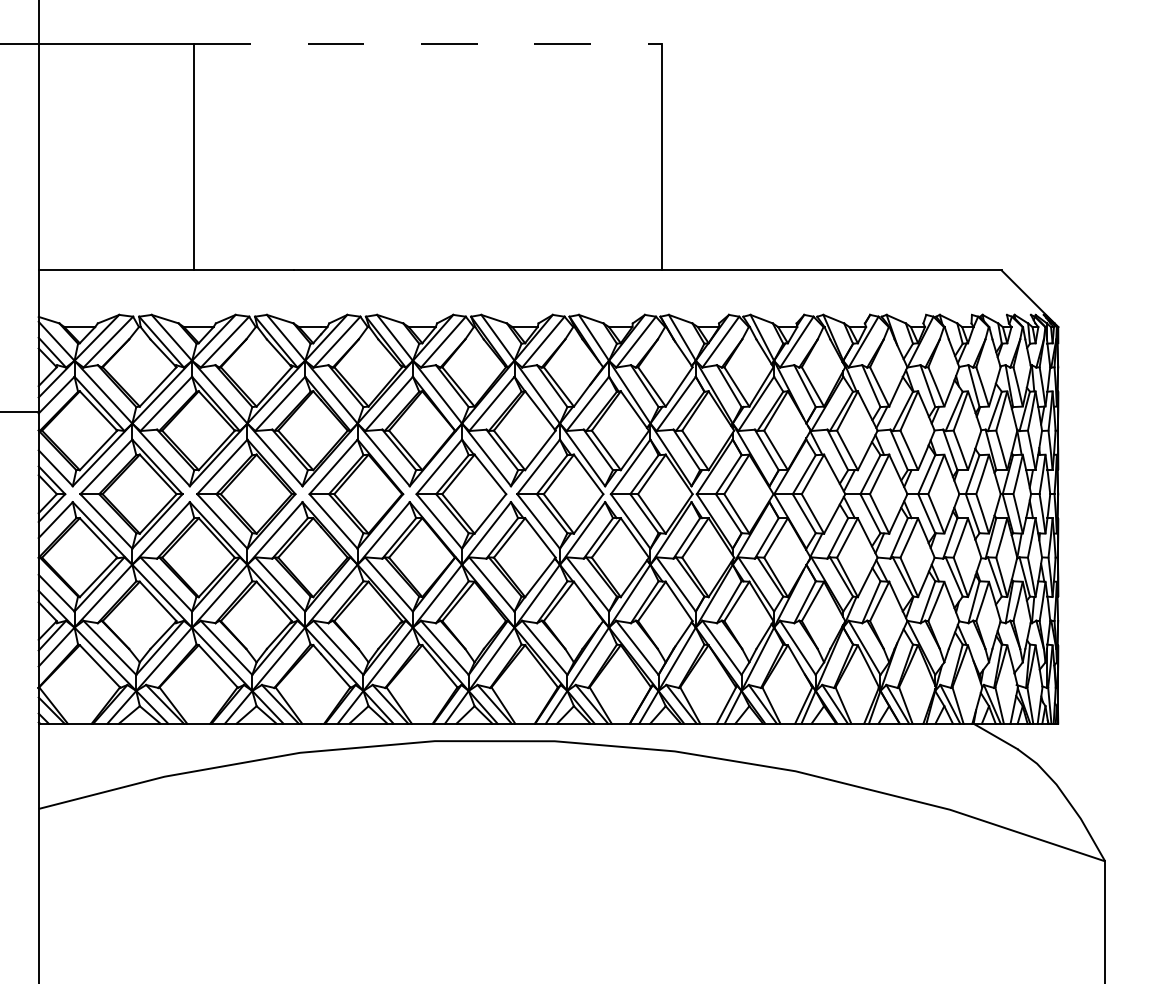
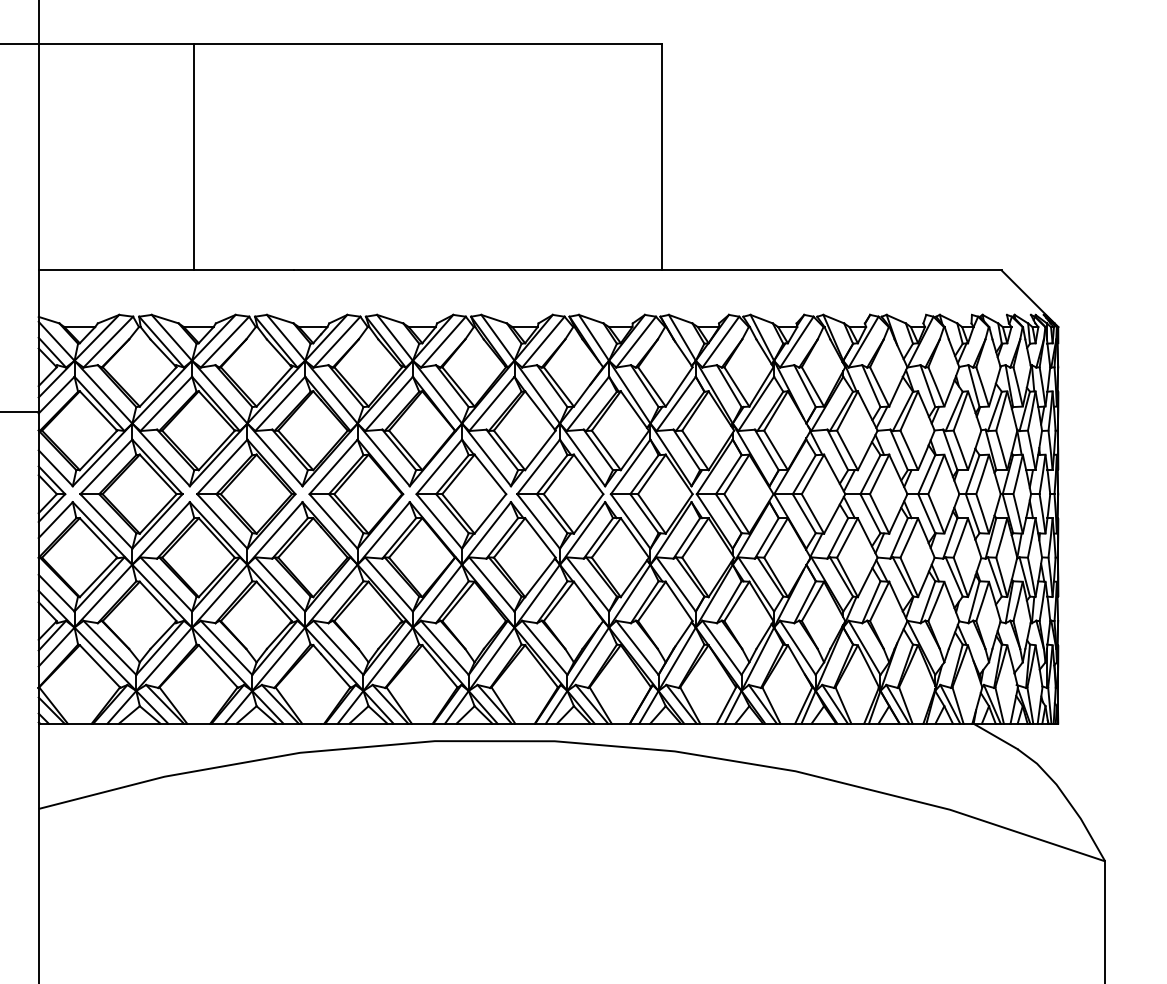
line at (428, 43): dashed -> solid
